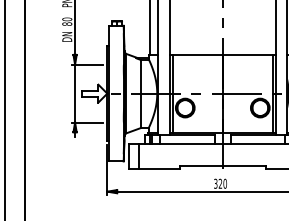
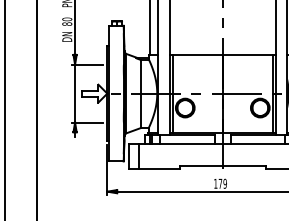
line at (24, 109) position: (24, 109) -> (36, 109)
text at (220, 183): 320 -> 179
